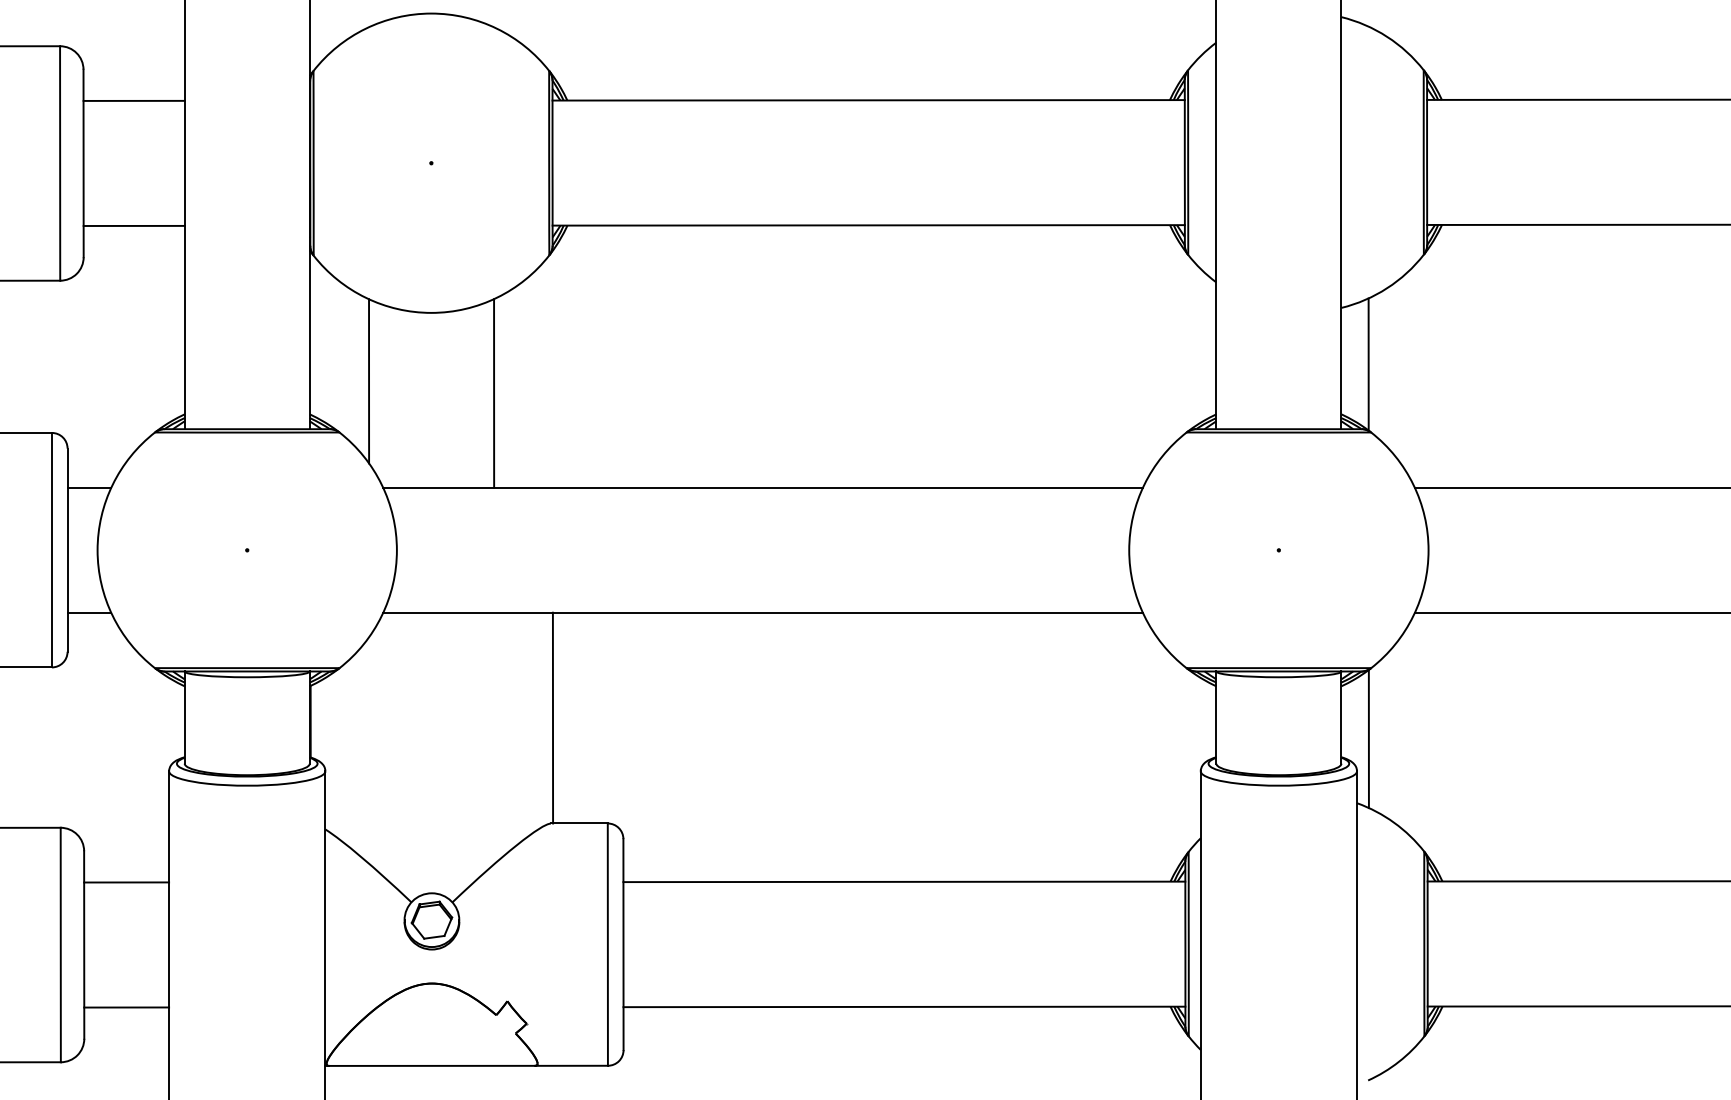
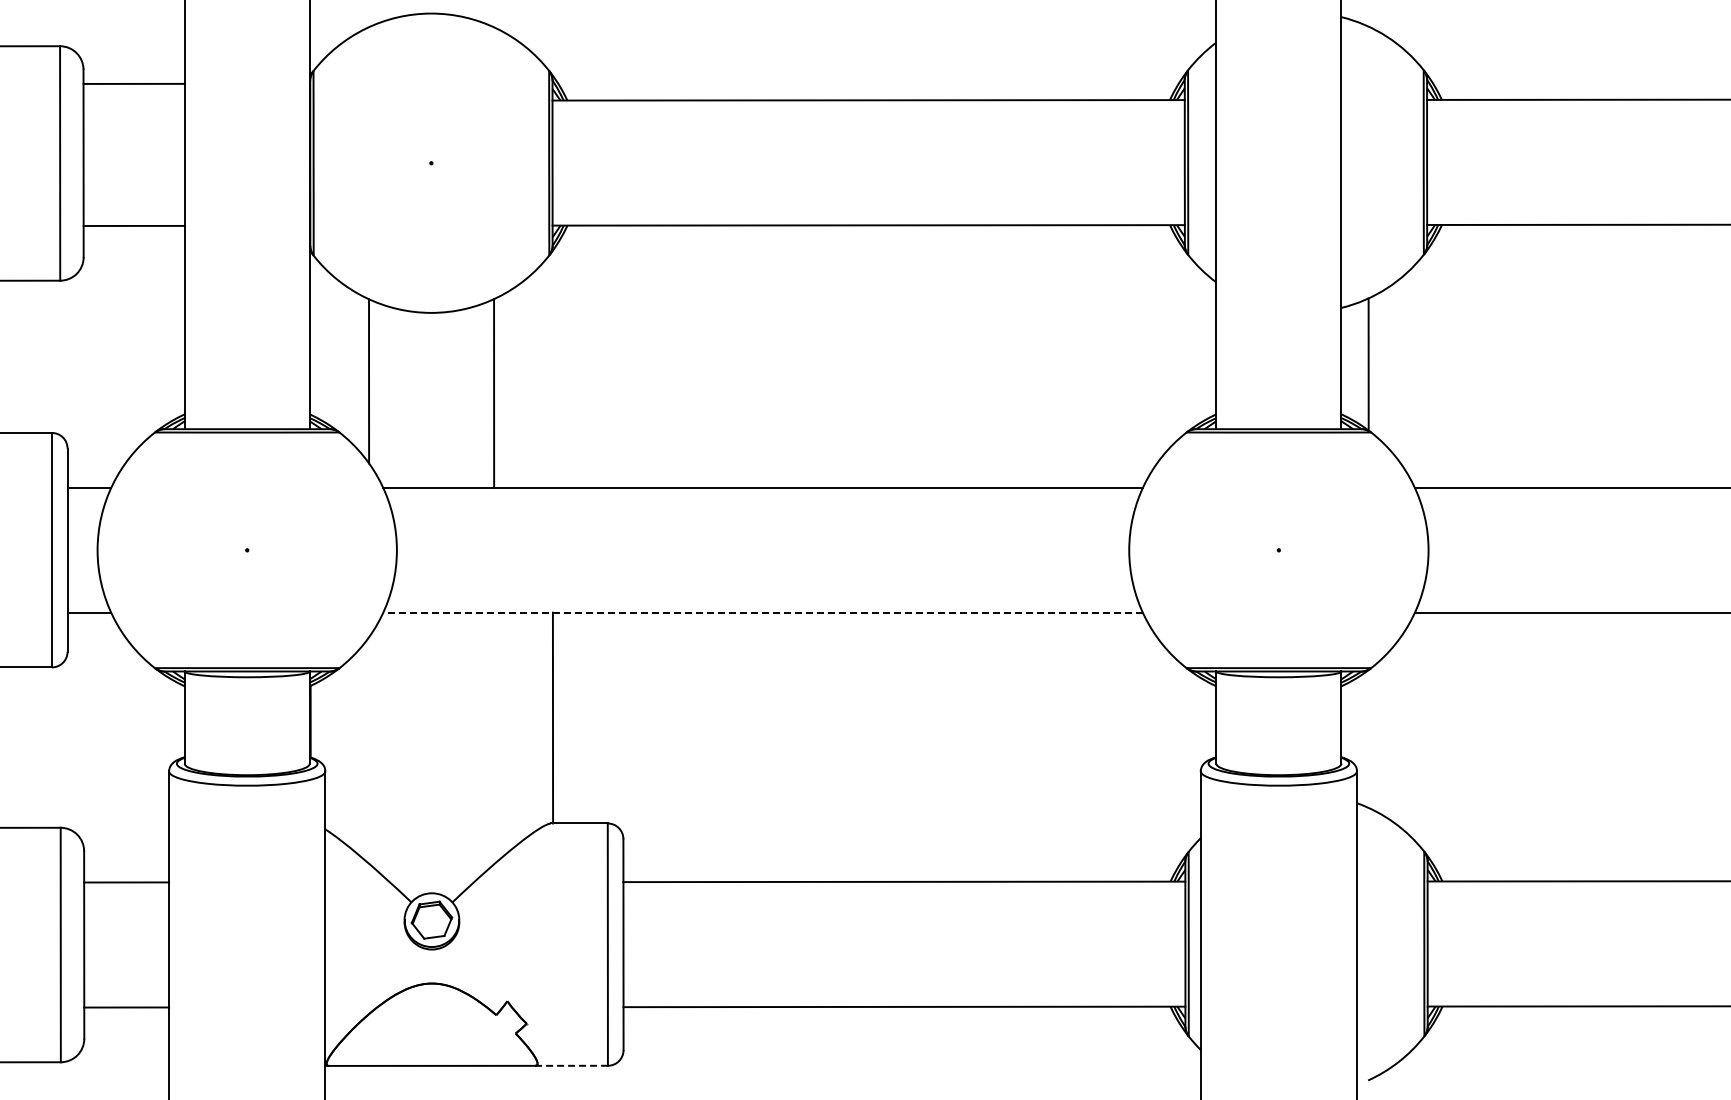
line at (133, 100) position: (133, 100) -> (133, 83)
line at (763, 612): solid -> dashed
line at (1368, 738): present -> none
line at (572, 1065): solid -> dashed
